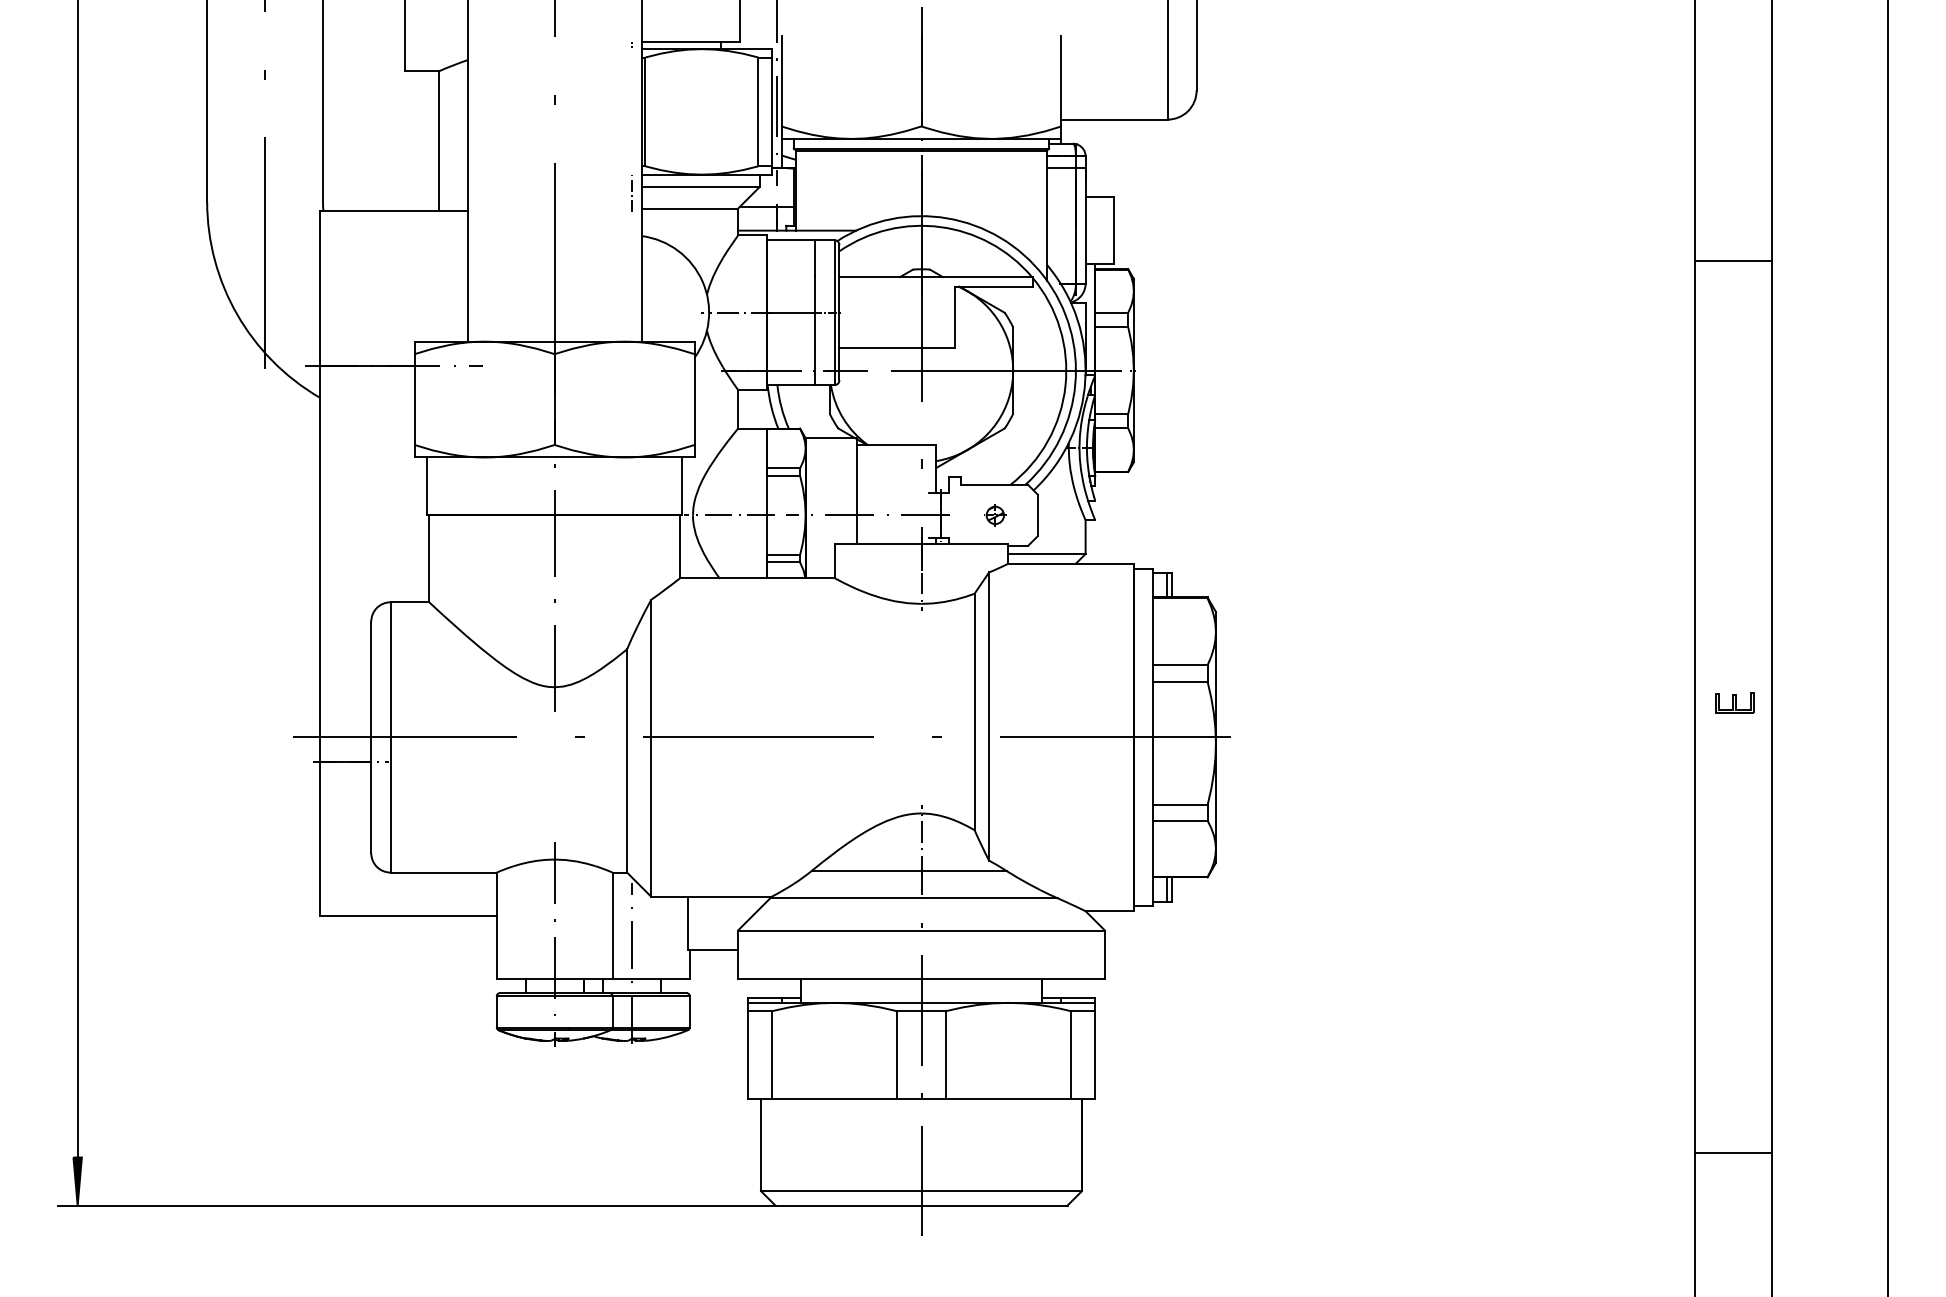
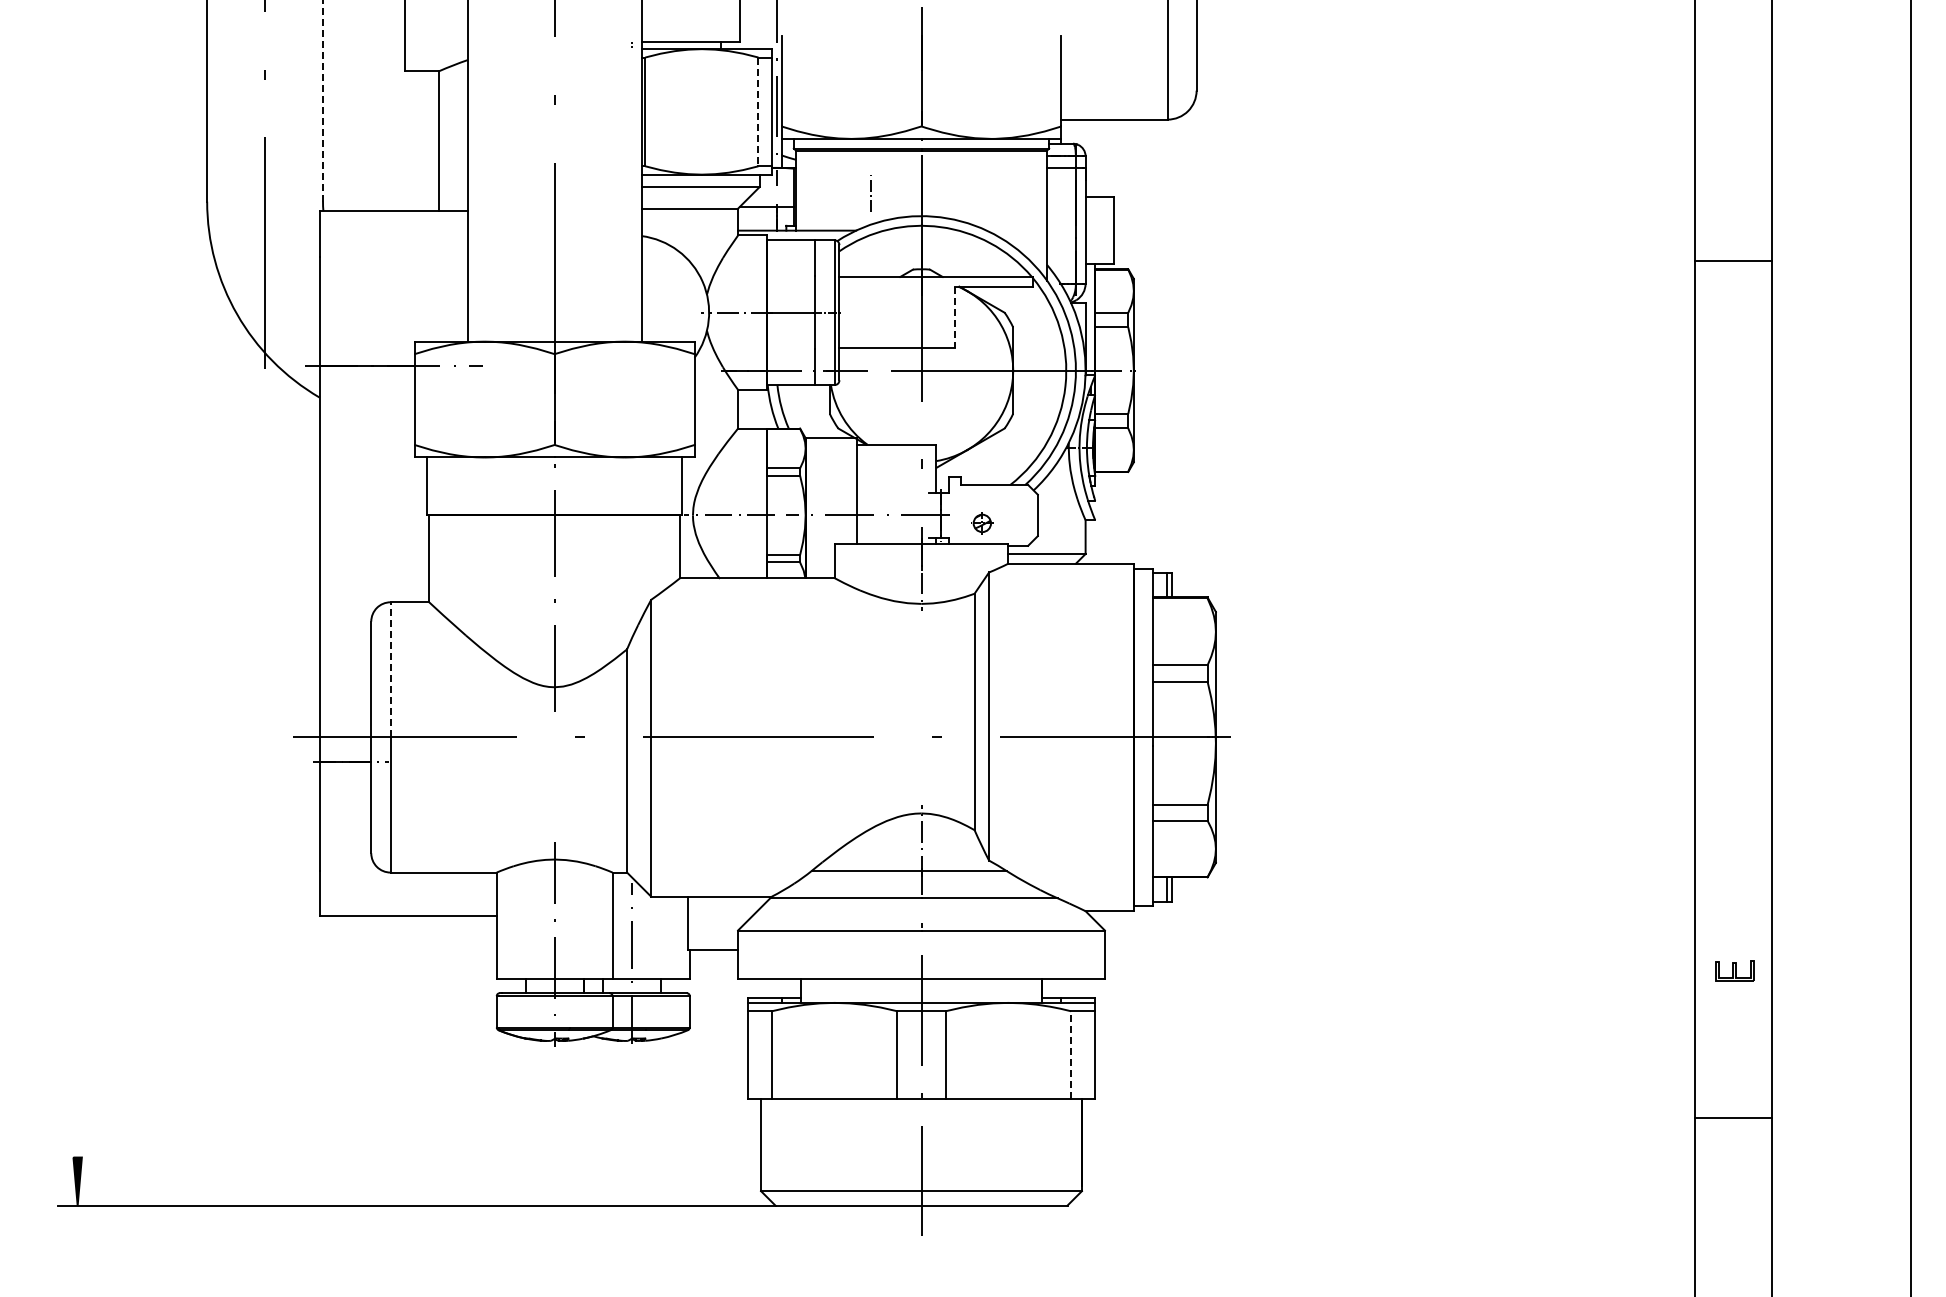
line at (323, 100): solid -> dashed
line at (758, 112): solid -> dashed
line at (631, 191) position: (631, 191) -> (870, 191)
line at (955, 317): solid -> dashed
part at (995, 515) position: (995, 515) -> (982, 523)
line at (77, 579): present -> none
line at (1887, 647) position: (1887, 647) -> (1910, 647)
line at (390, 669): solid -> dashed
part at (1734, 702) position: (1734, 702) -> (1734, 970)
line at (1071, 1054): solid -> dashed
line at (1732, 1152) position: (1732, 1152) -> (1732, 1117)
